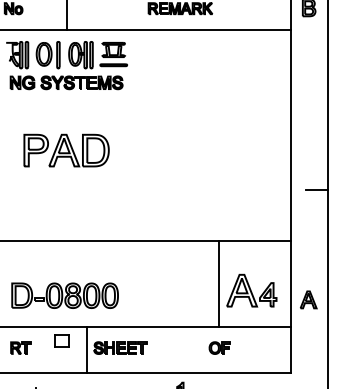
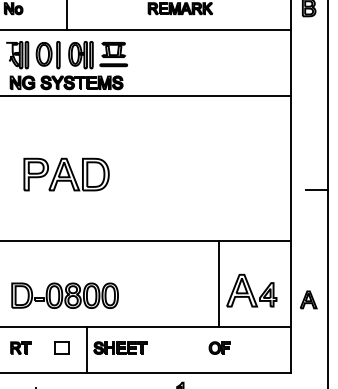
line at (146, 96): none -> present
part at (66, 150) position: (66, 150) -> (66, 174)
part at (61, 340) position: (61, 340) -> (61, 347)
